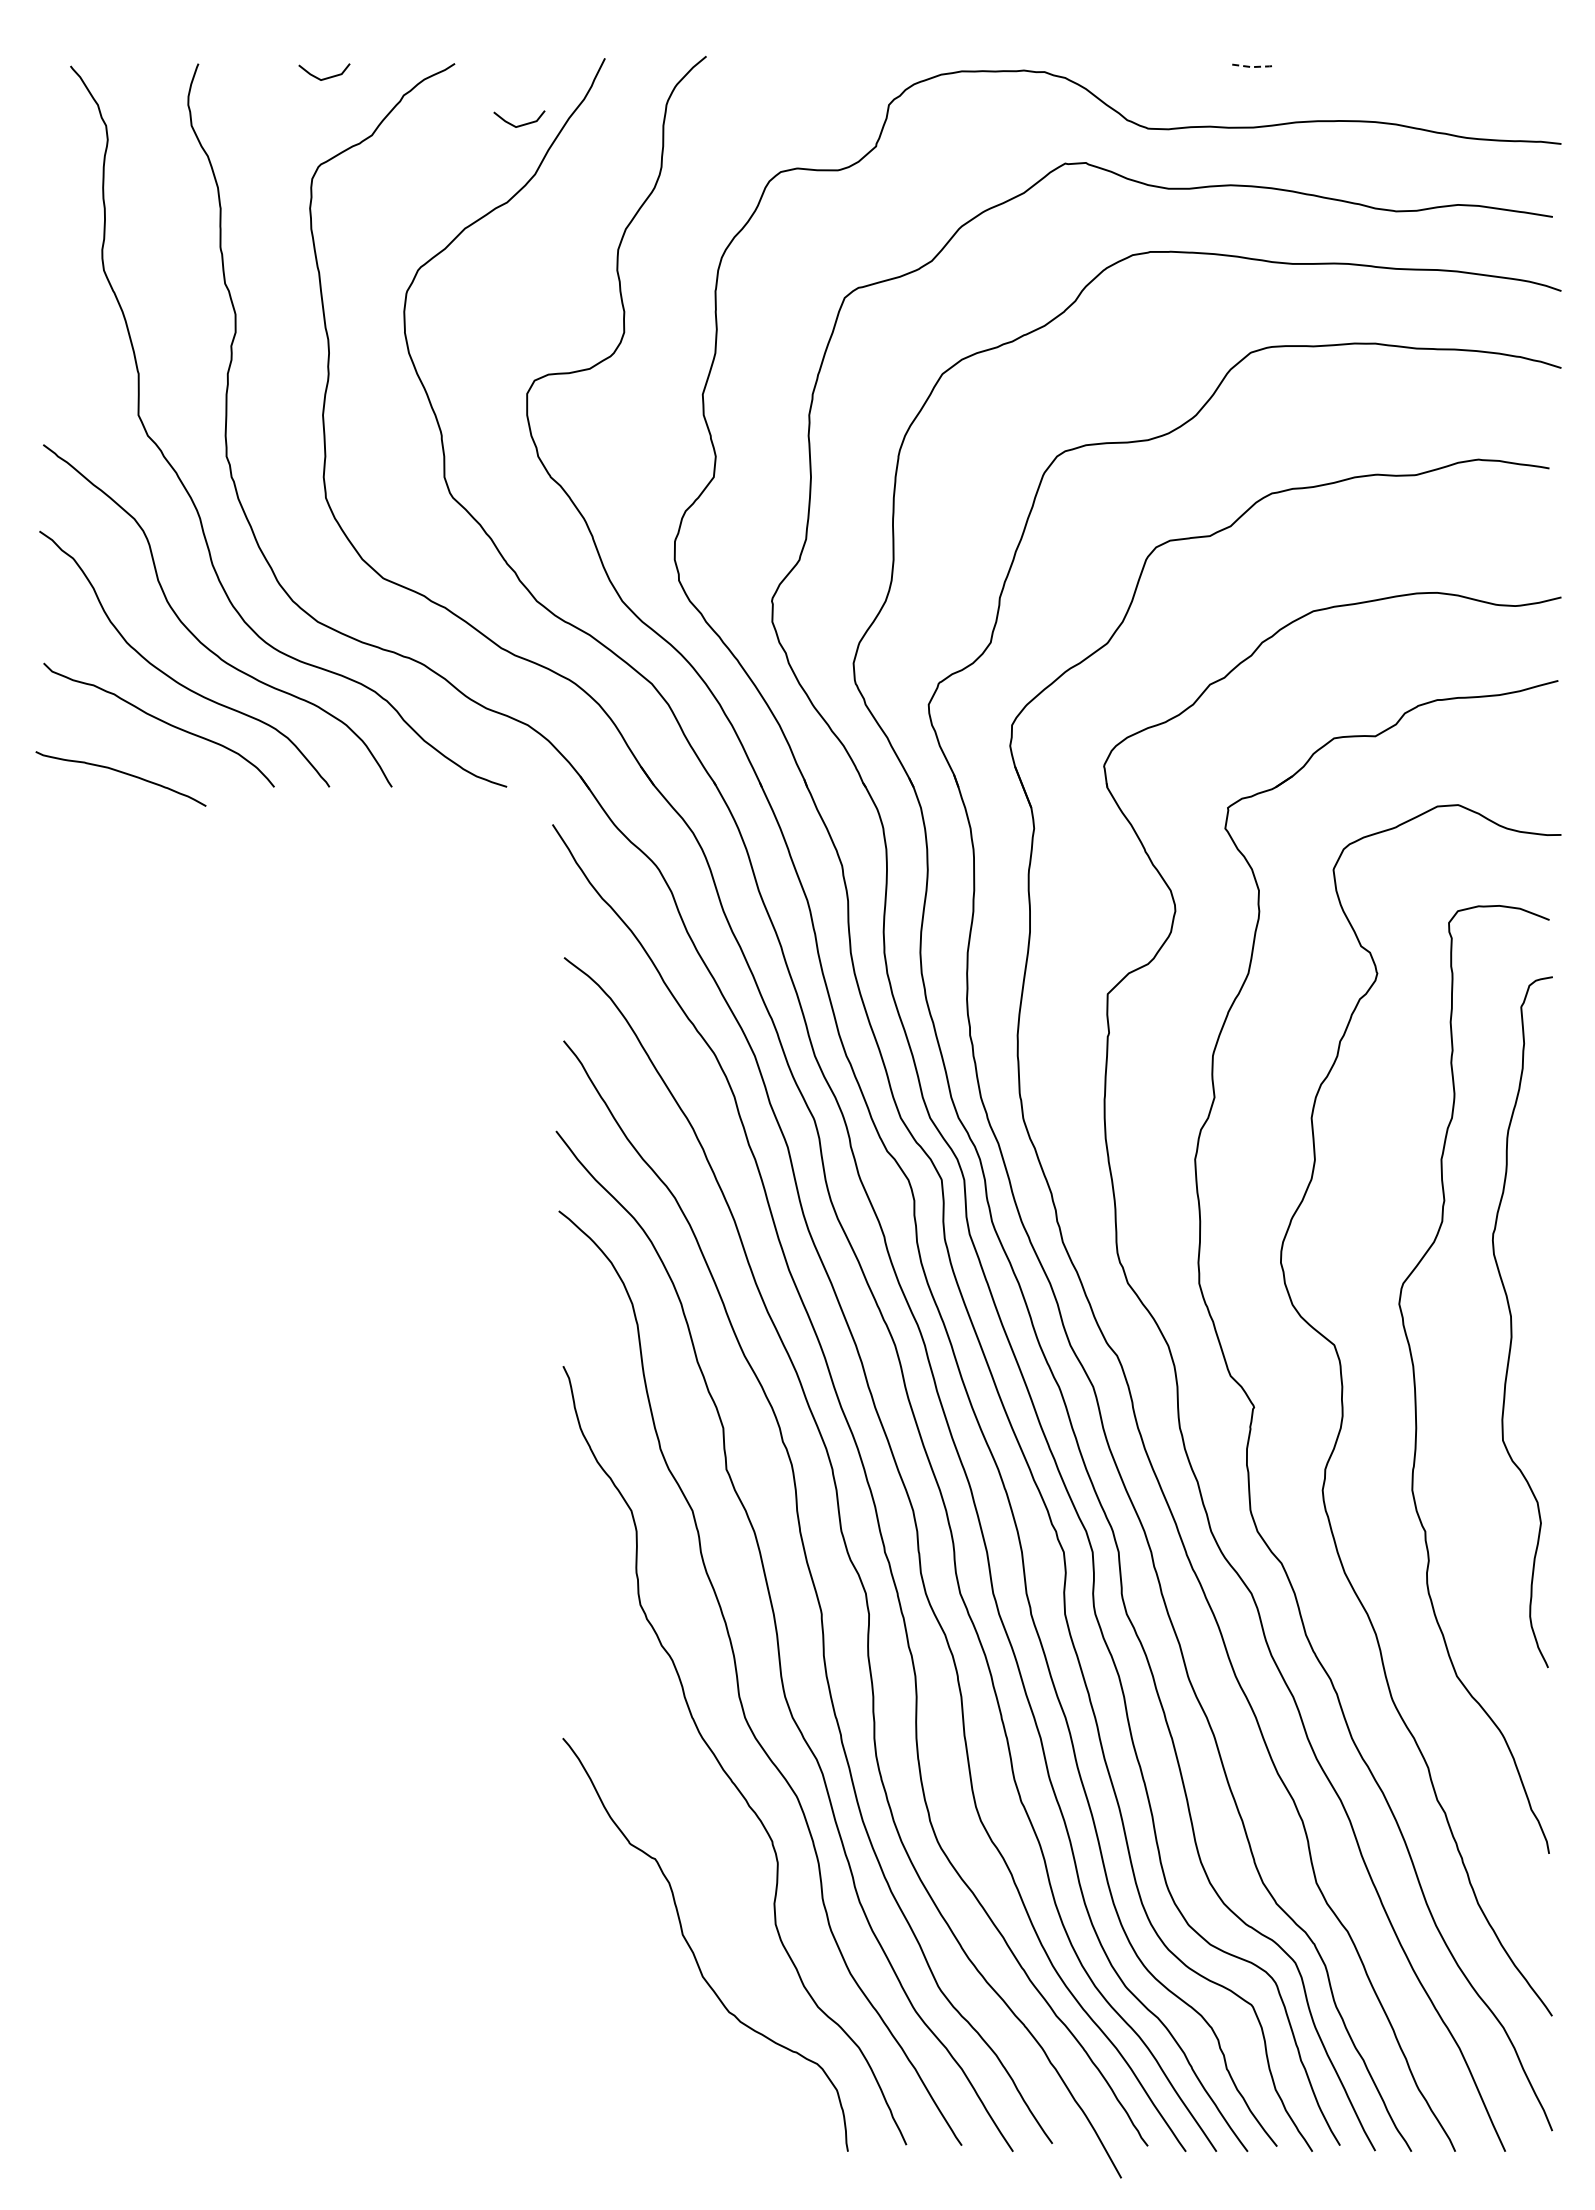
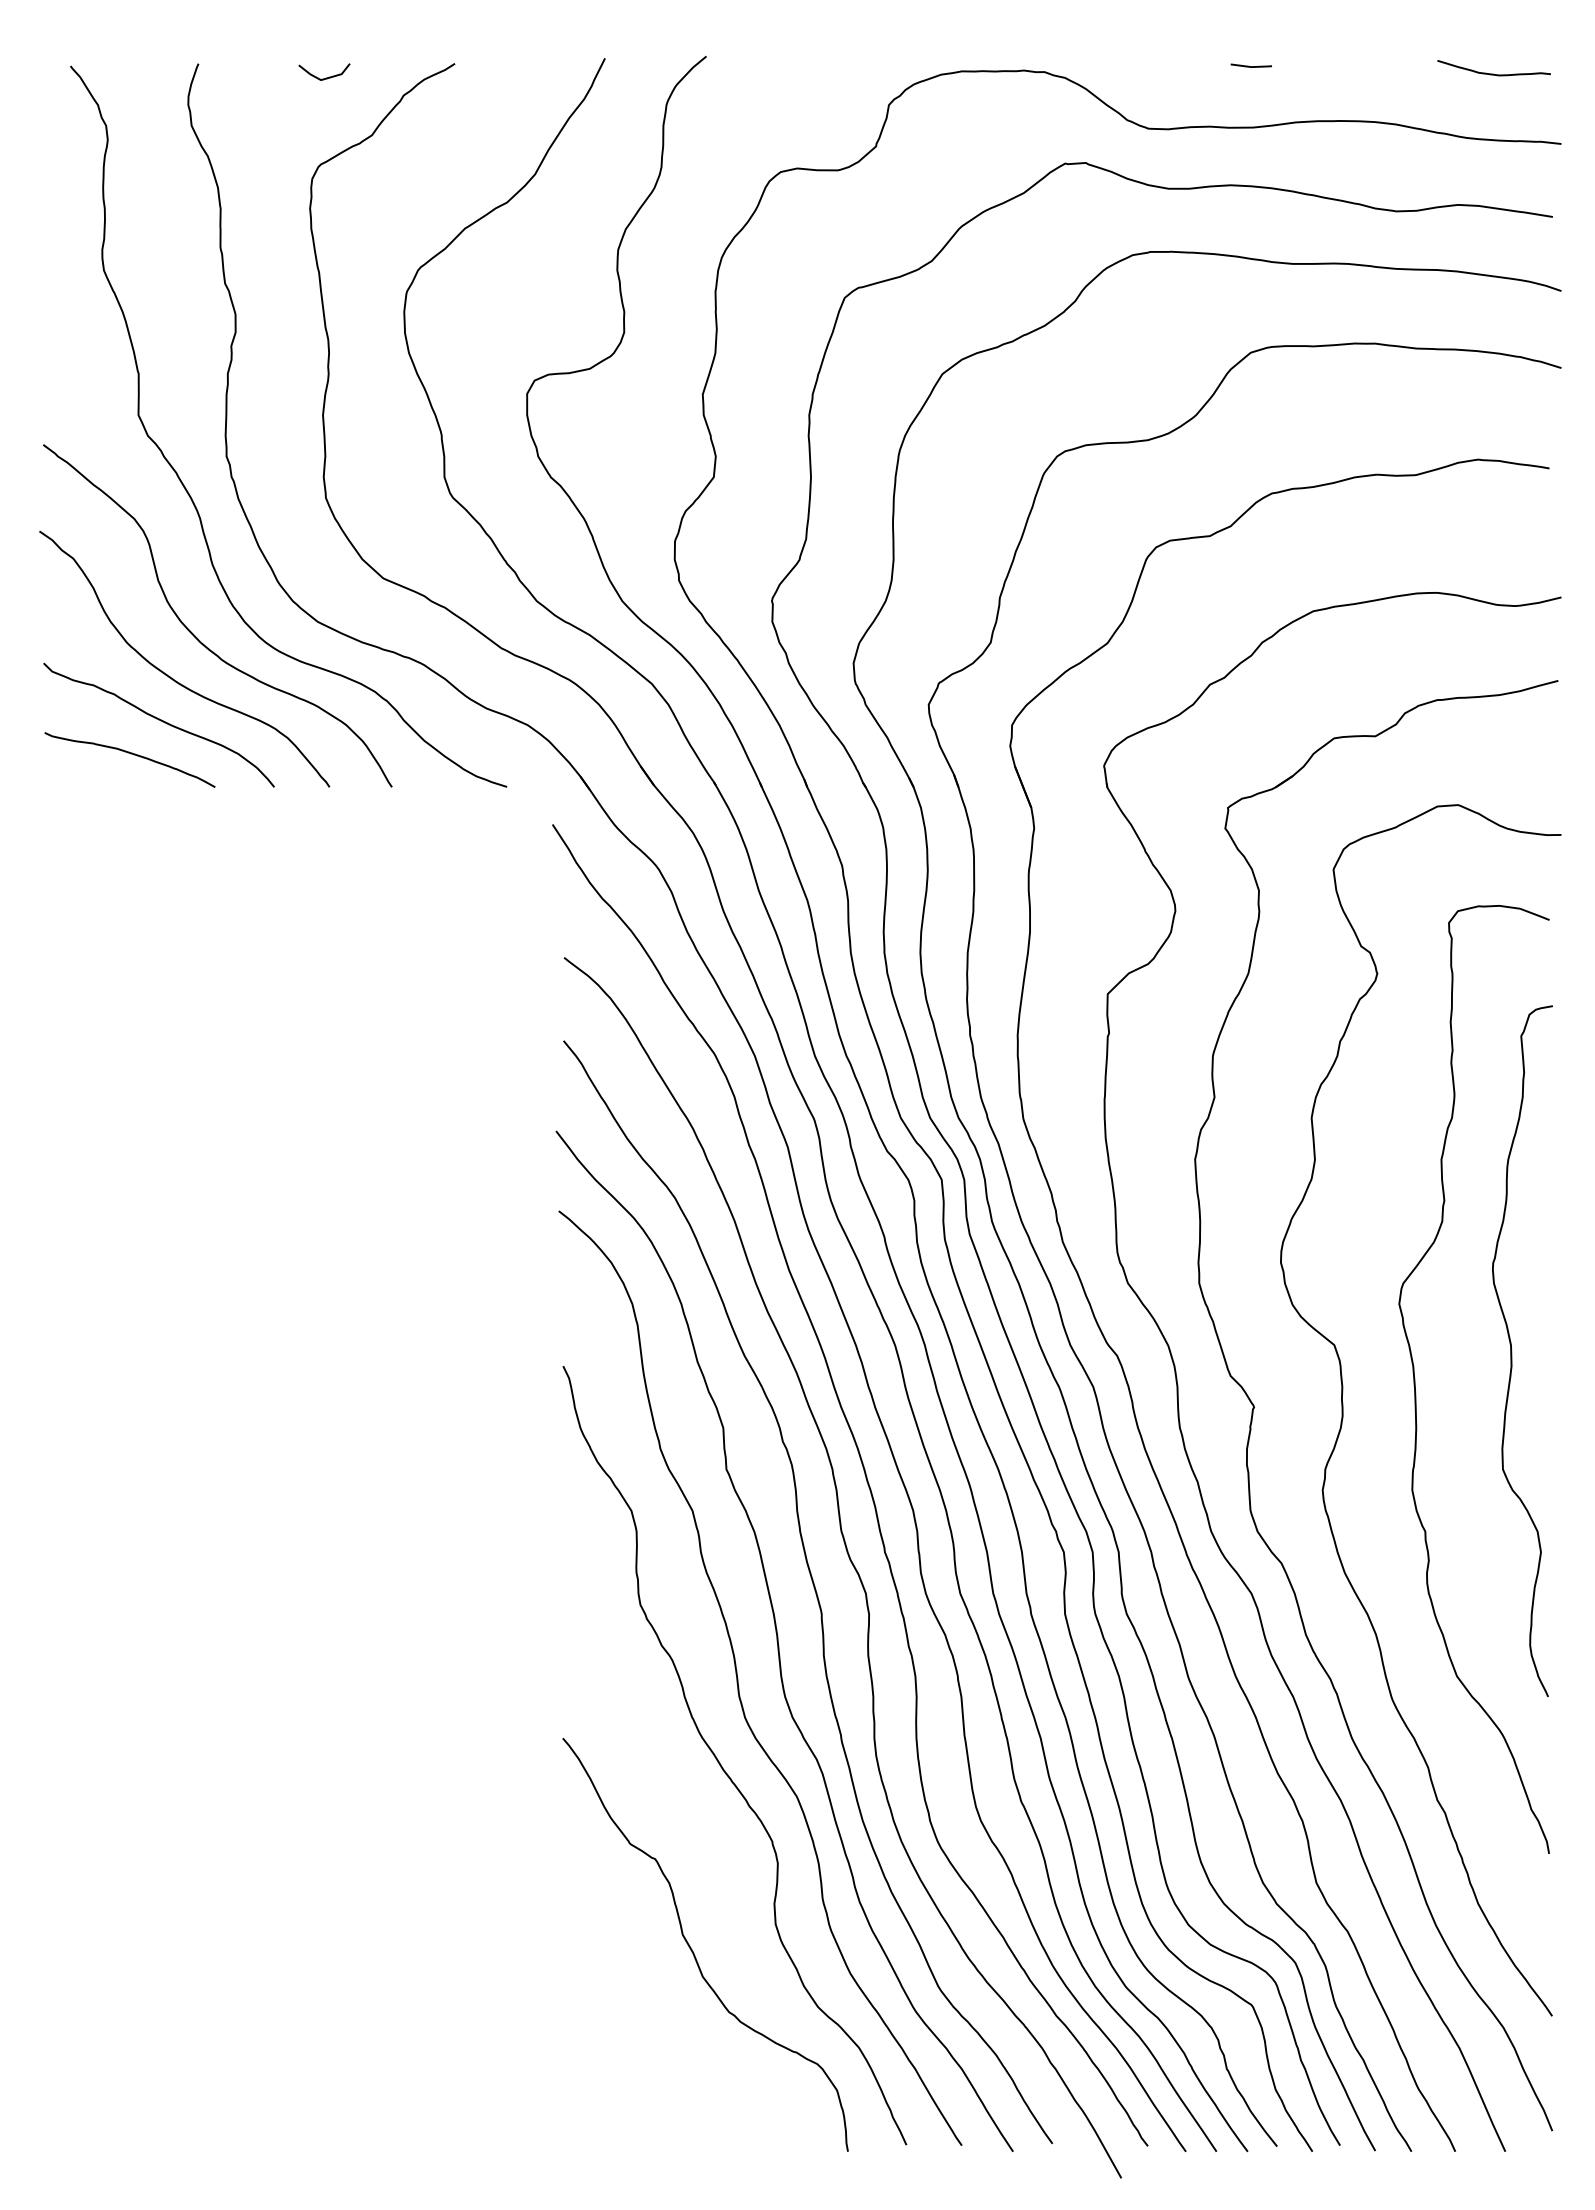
line at (1251, 67): dashed -> solid
curve at (1493, 73): none -> present
line at (520, 124): present -> none
curve at (121, 773) position: (121, 773) -> (130, 754)
curve at (1512, 1322) position: (1512, 1322) -> (1512, 1351)
